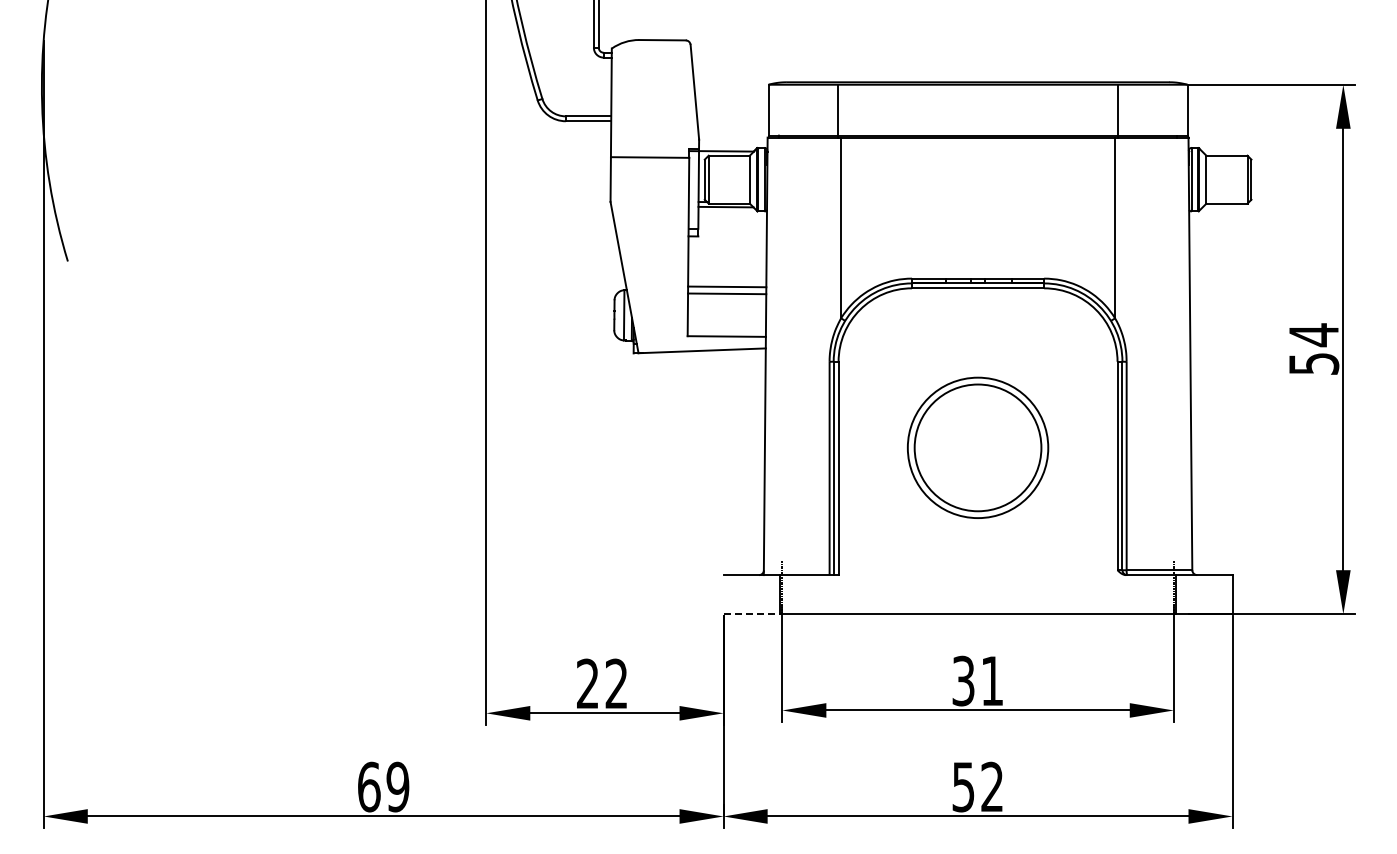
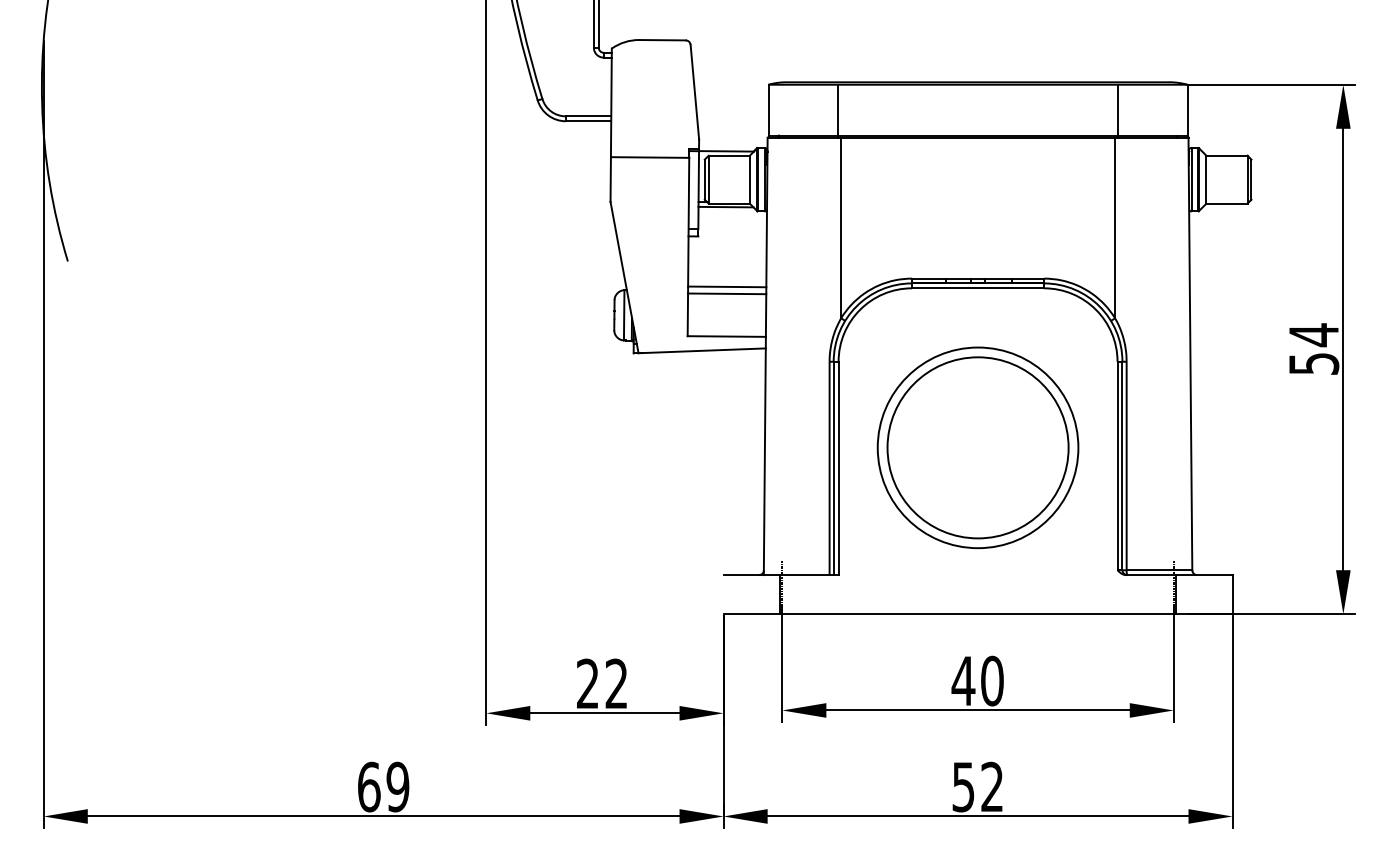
part at (977, 447) size: 144x143 px -> 204x204 px
line at (752, 614): dashed -> solid
text at (977, 680): 31 -> 40
